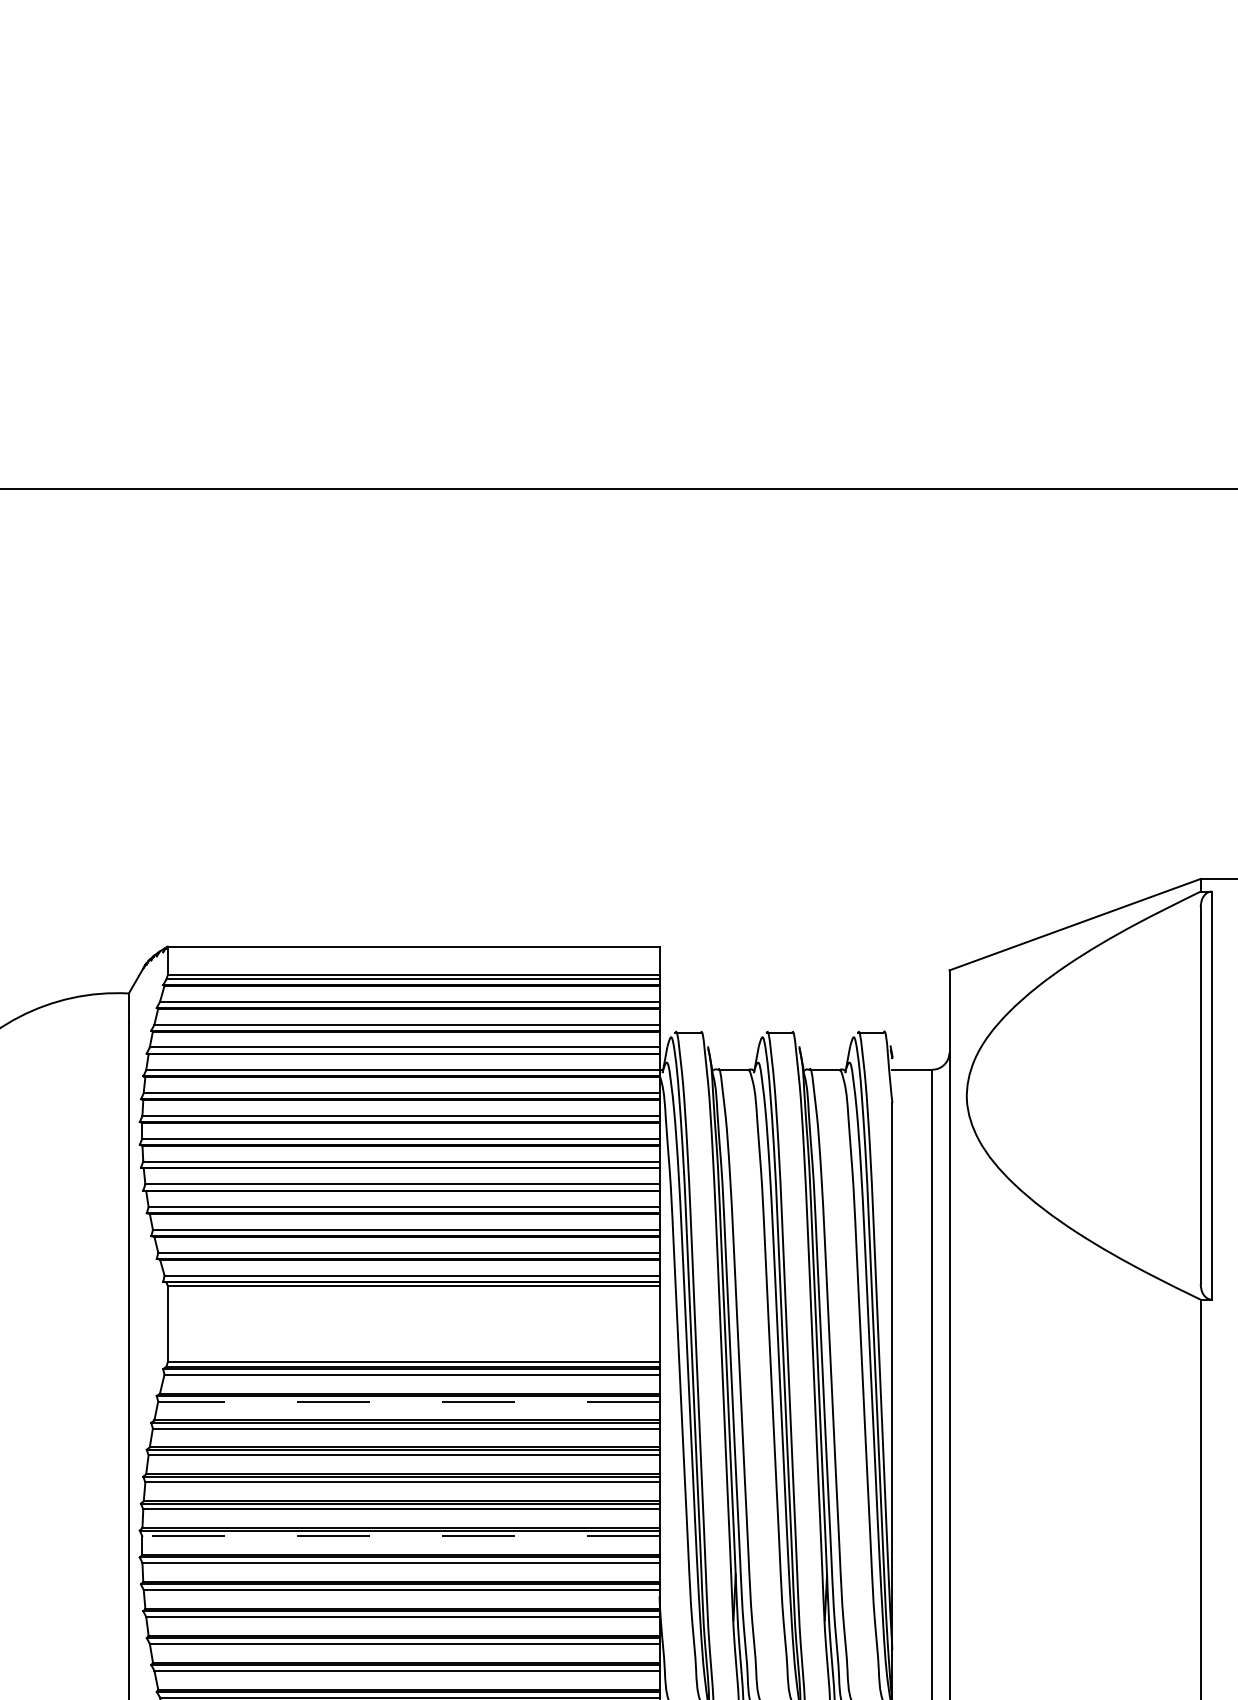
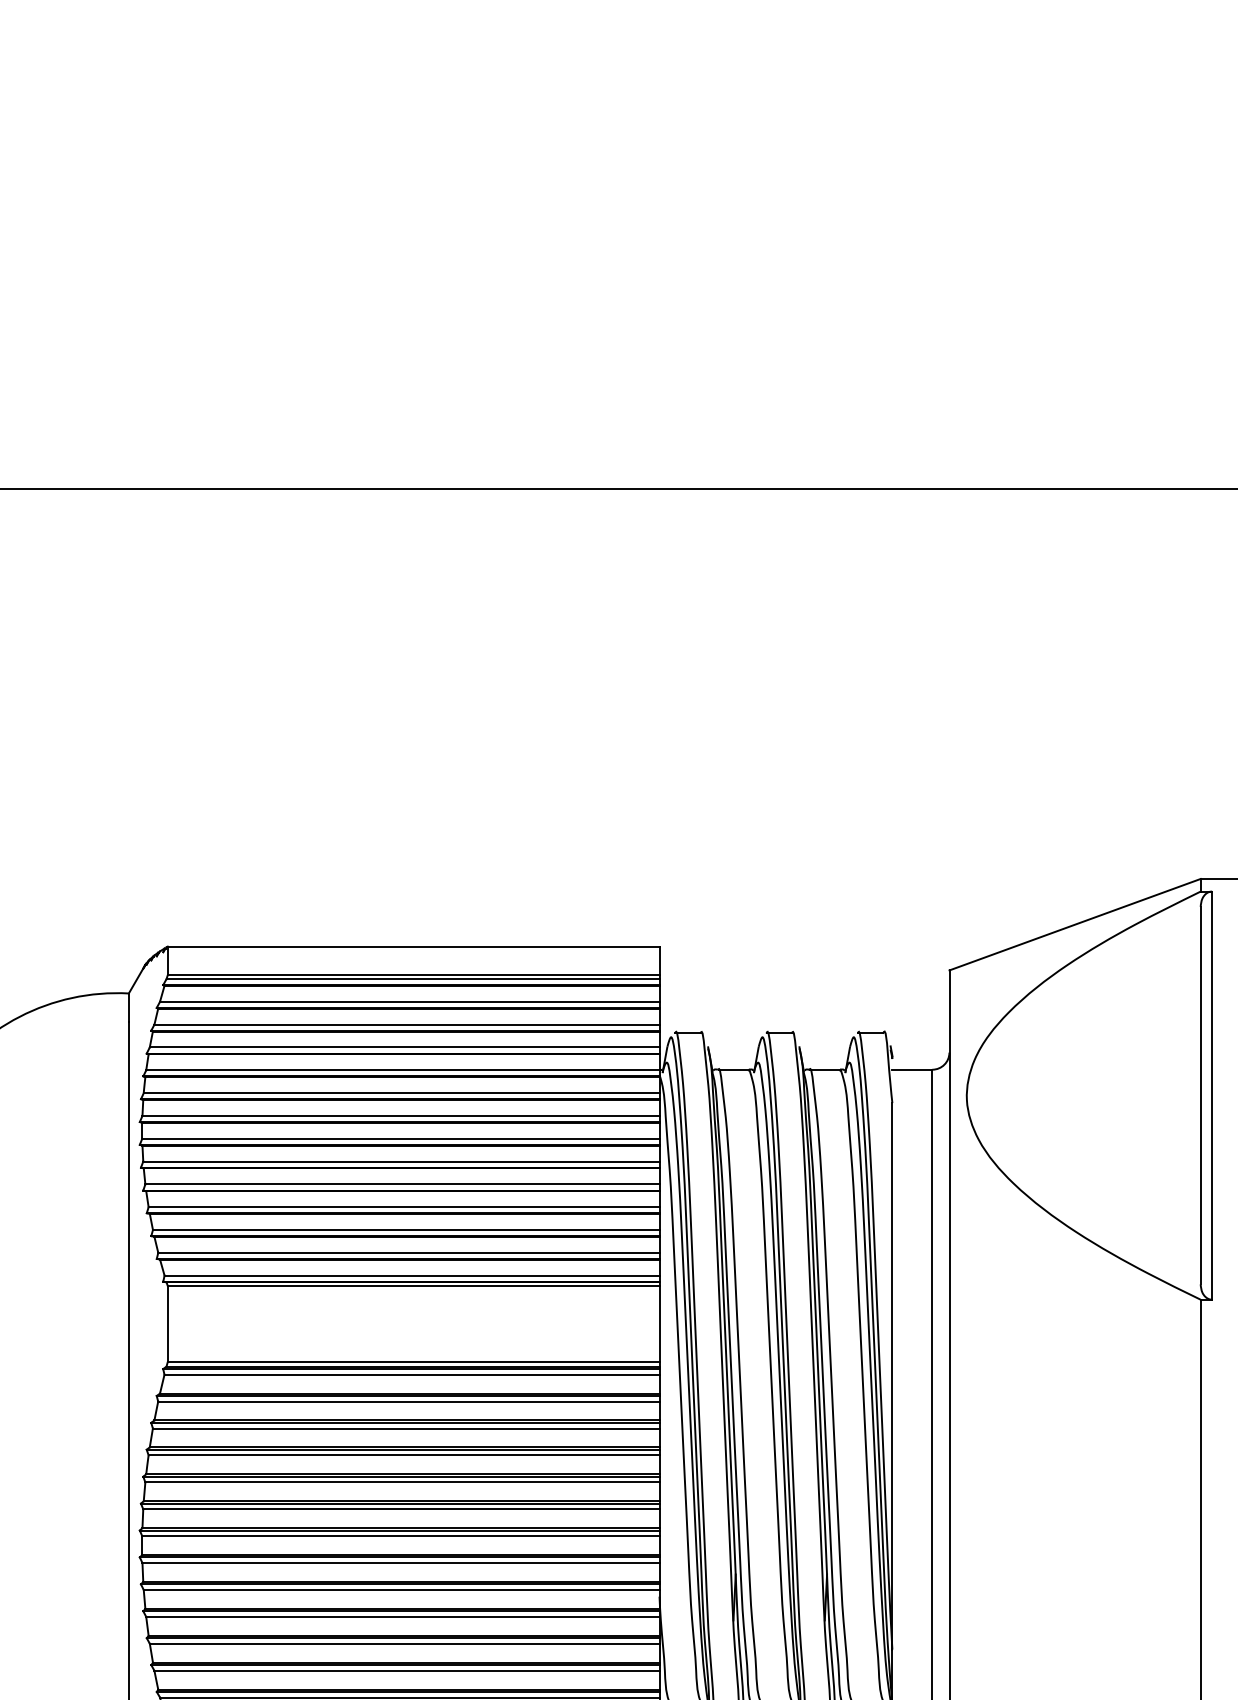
line at (408, 1401): dashed -> solid
line at (400, 1536): dashed -> solid
